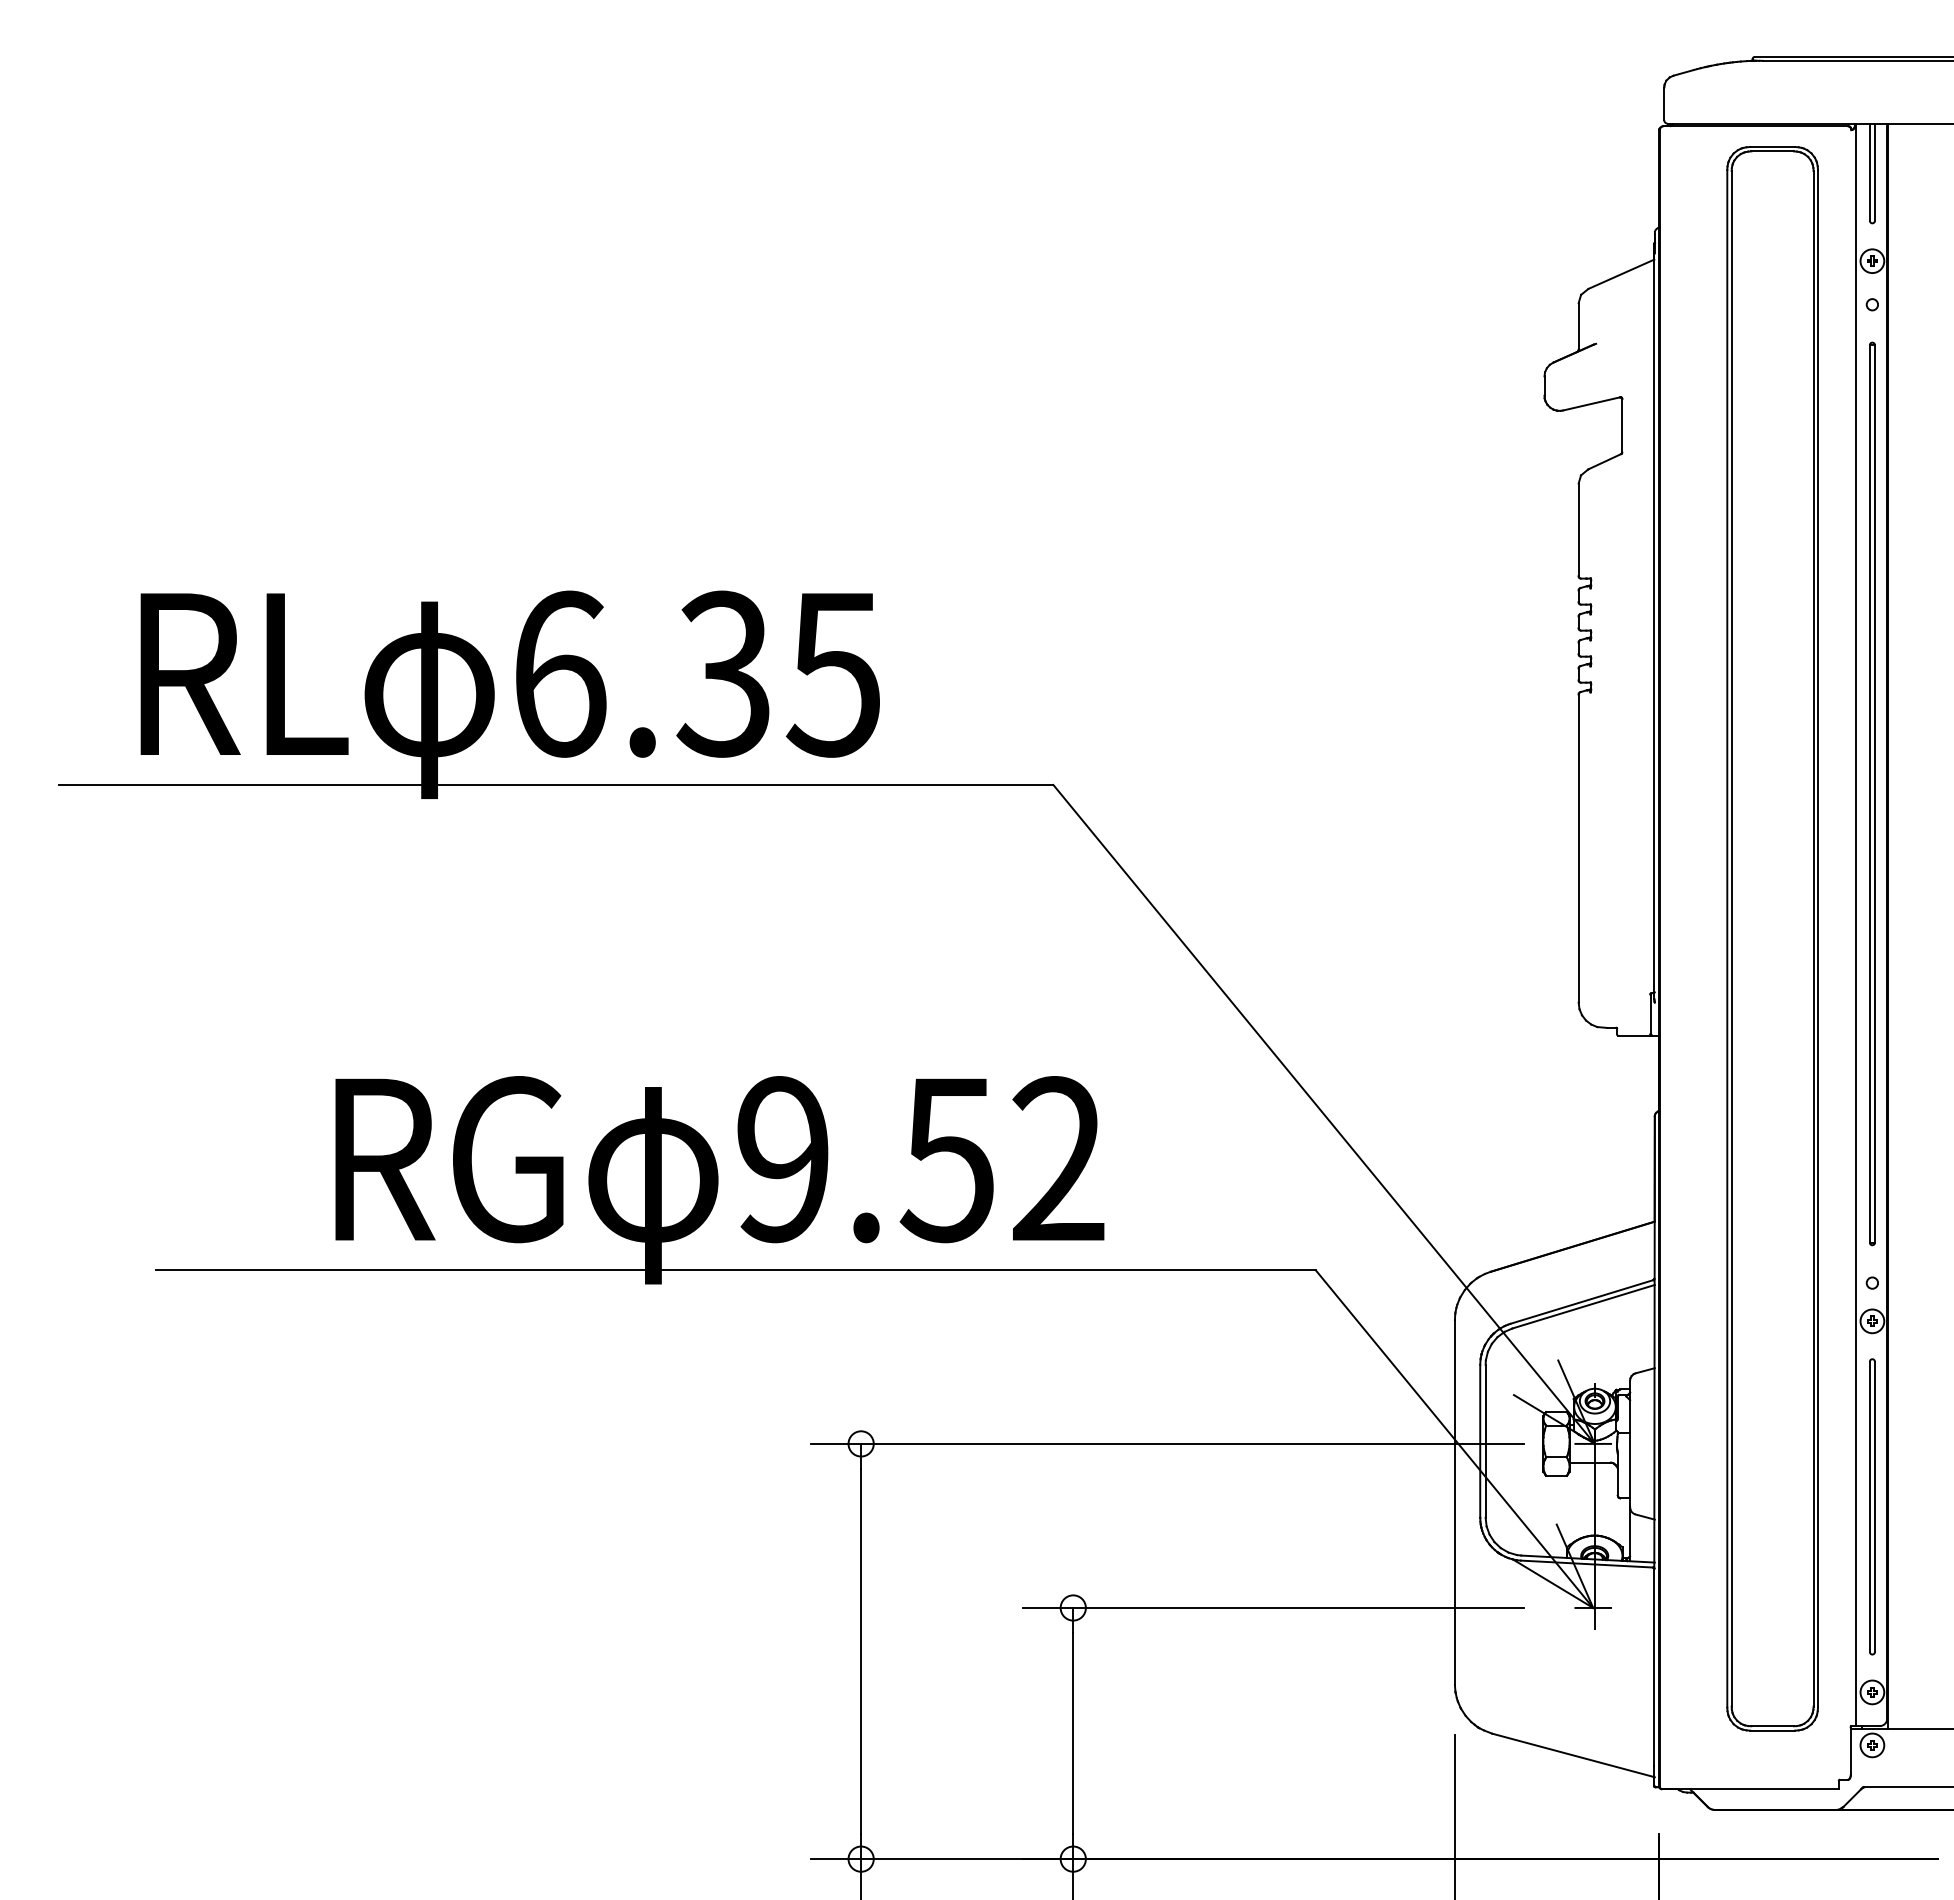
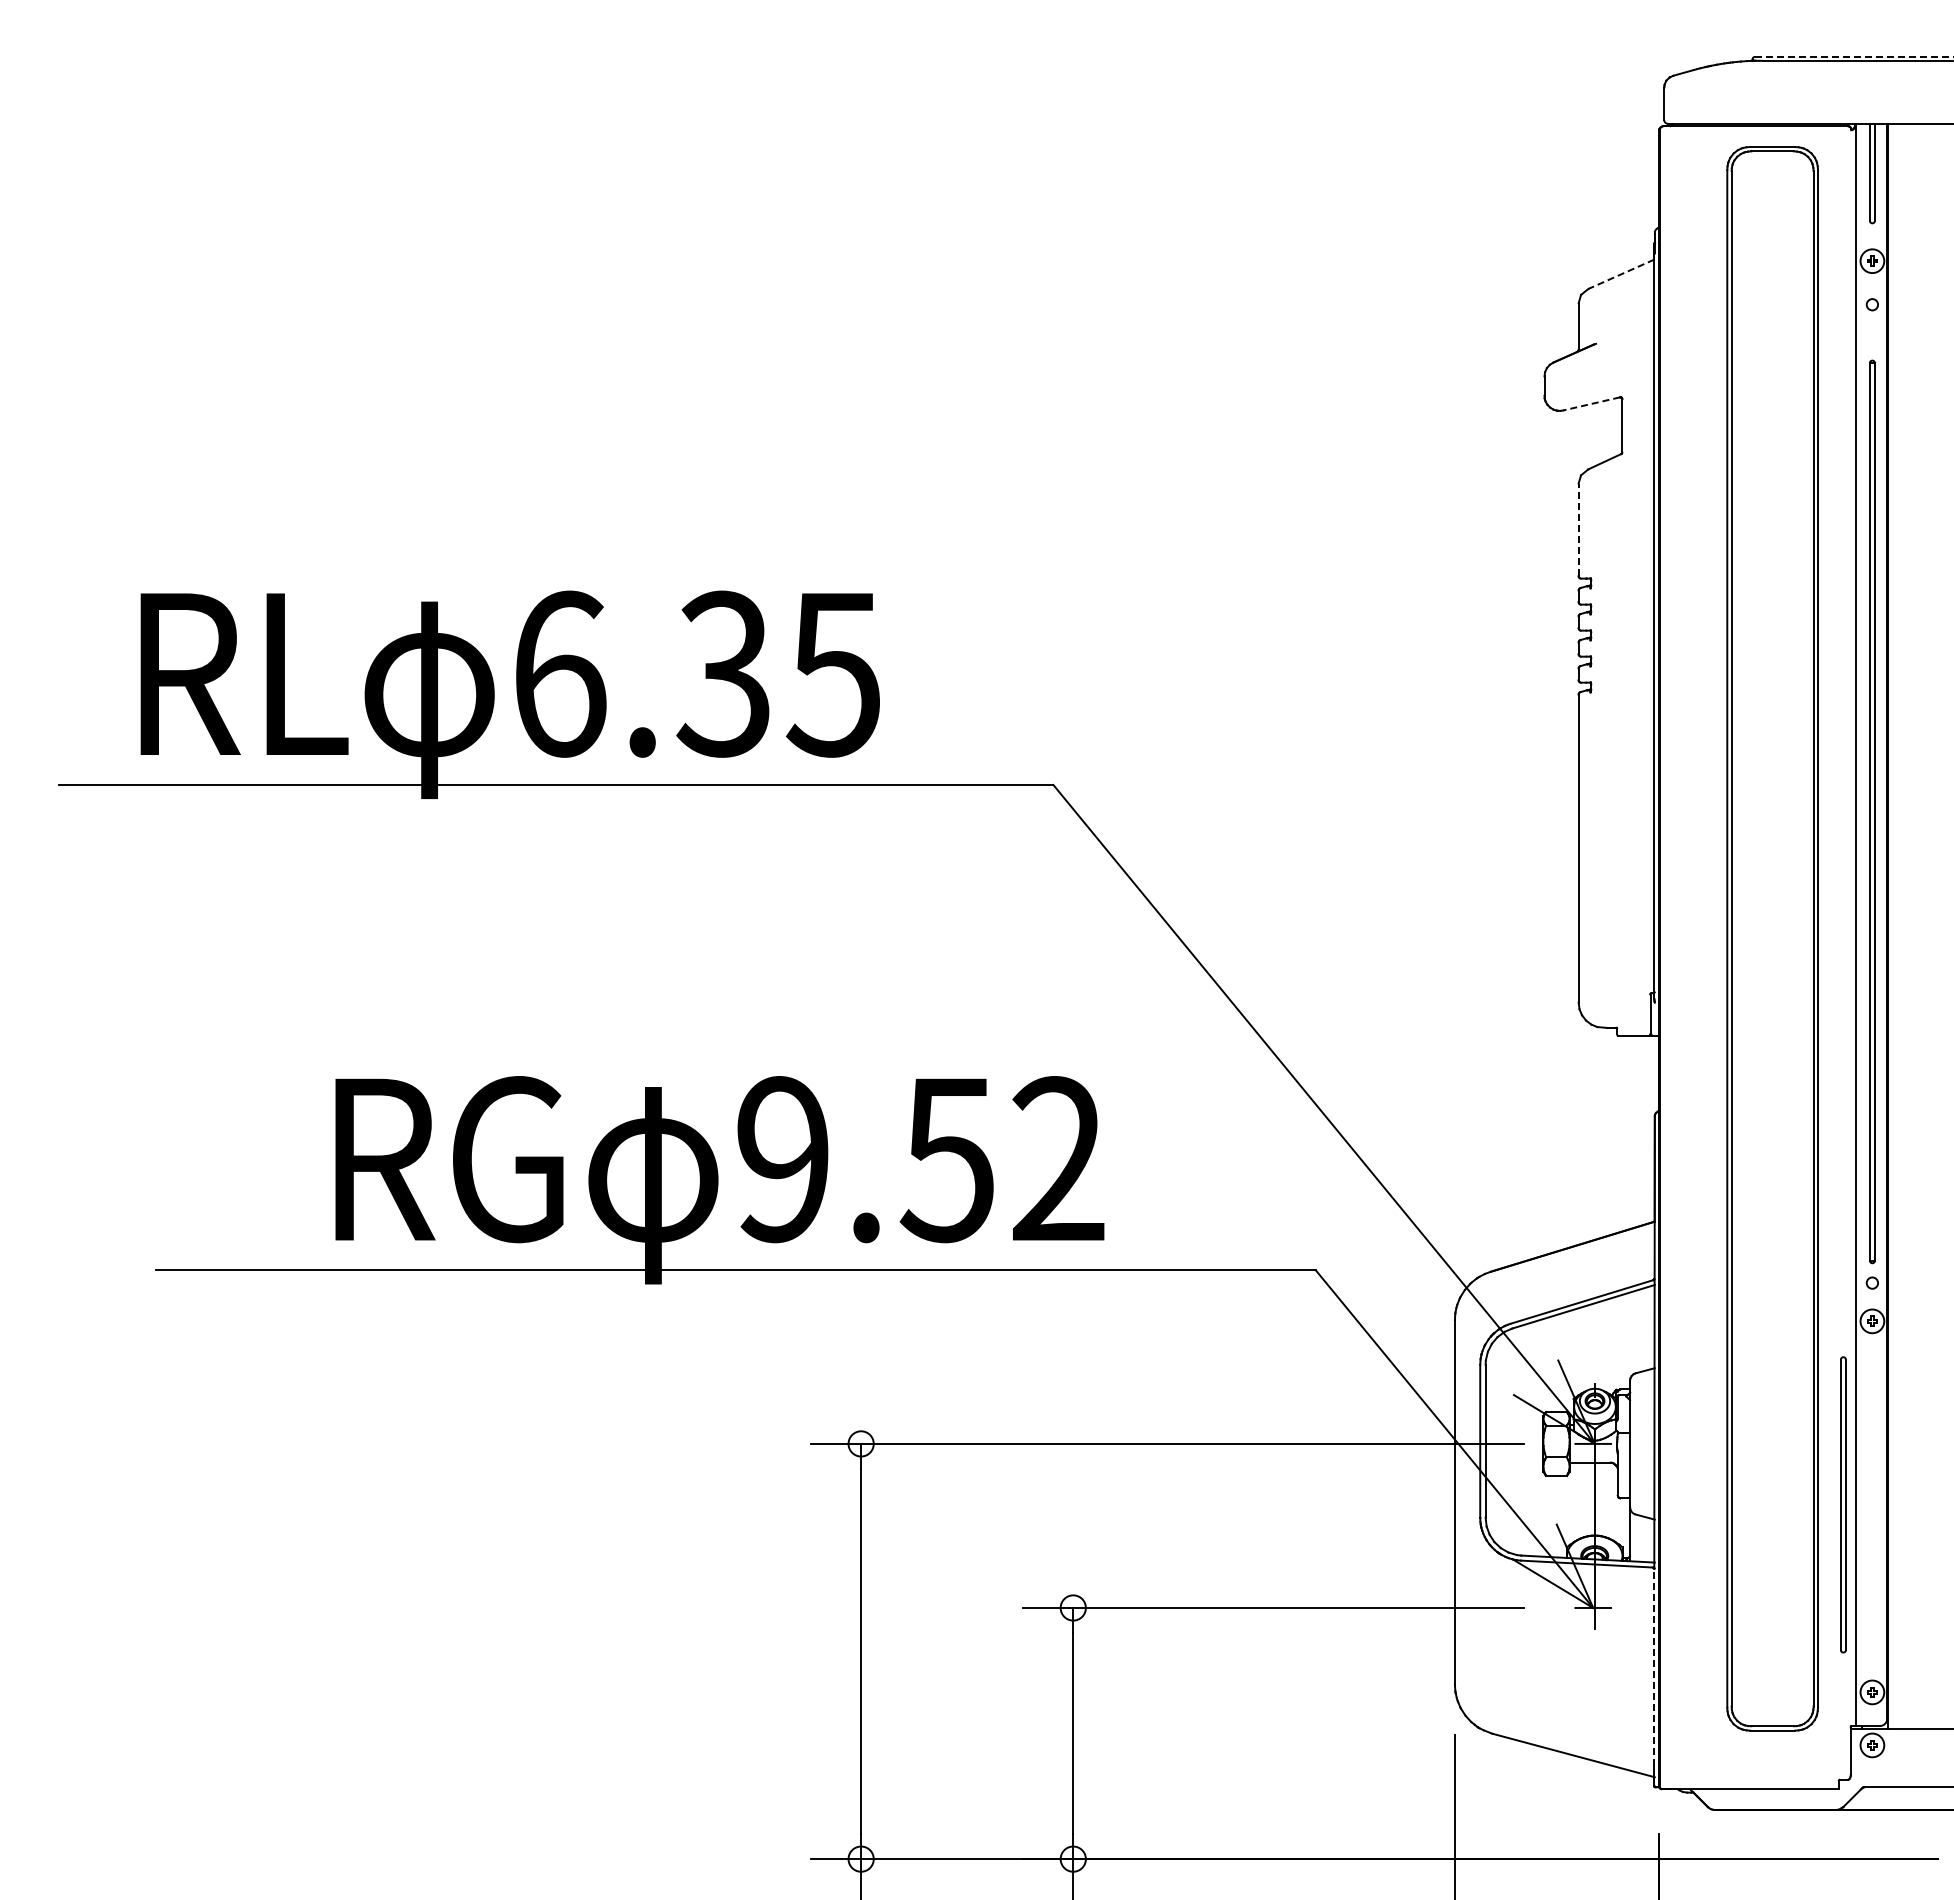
line at (1854, 56): solid -> dashed
line at (1620, 274): solid -> dashed
line at (1591, 404): solid -> dashed
line at (1578, 529): solid -> dashed
part at (1872, 793) position: (1872, 793) -> (1872, 811)
part at (1872, 1506) position: (1872, 1506) -> (1843, 1504)
line at (1654, 1666): solid -> dashed
